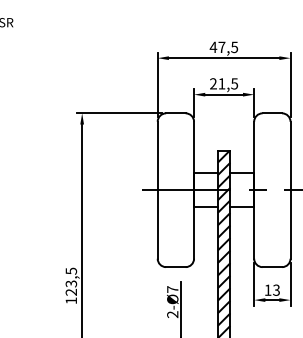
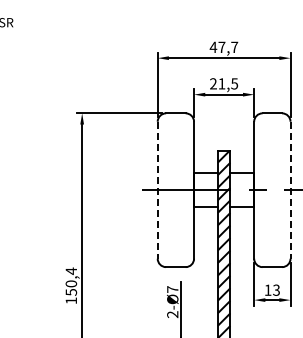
text at (234, 47): 47,5 -> 47,7
line at (157, 190): solid -> dashed
line at (290, 190): solid -> dashed
text at (71, 281): 123,5 -> 150,4
